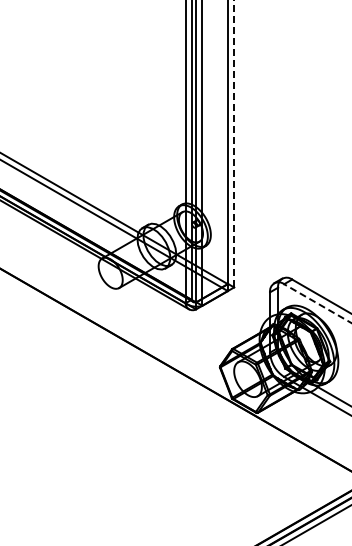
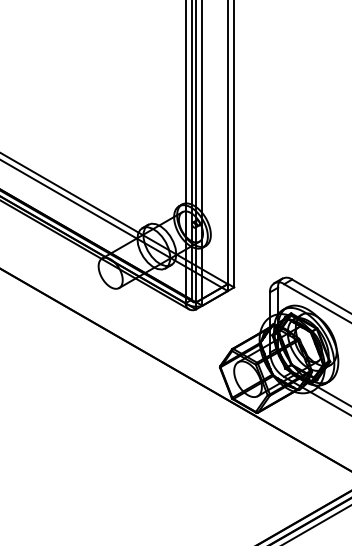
line at (234, 143): dashed -> solid
line at (317, 303): dashed -> solid
